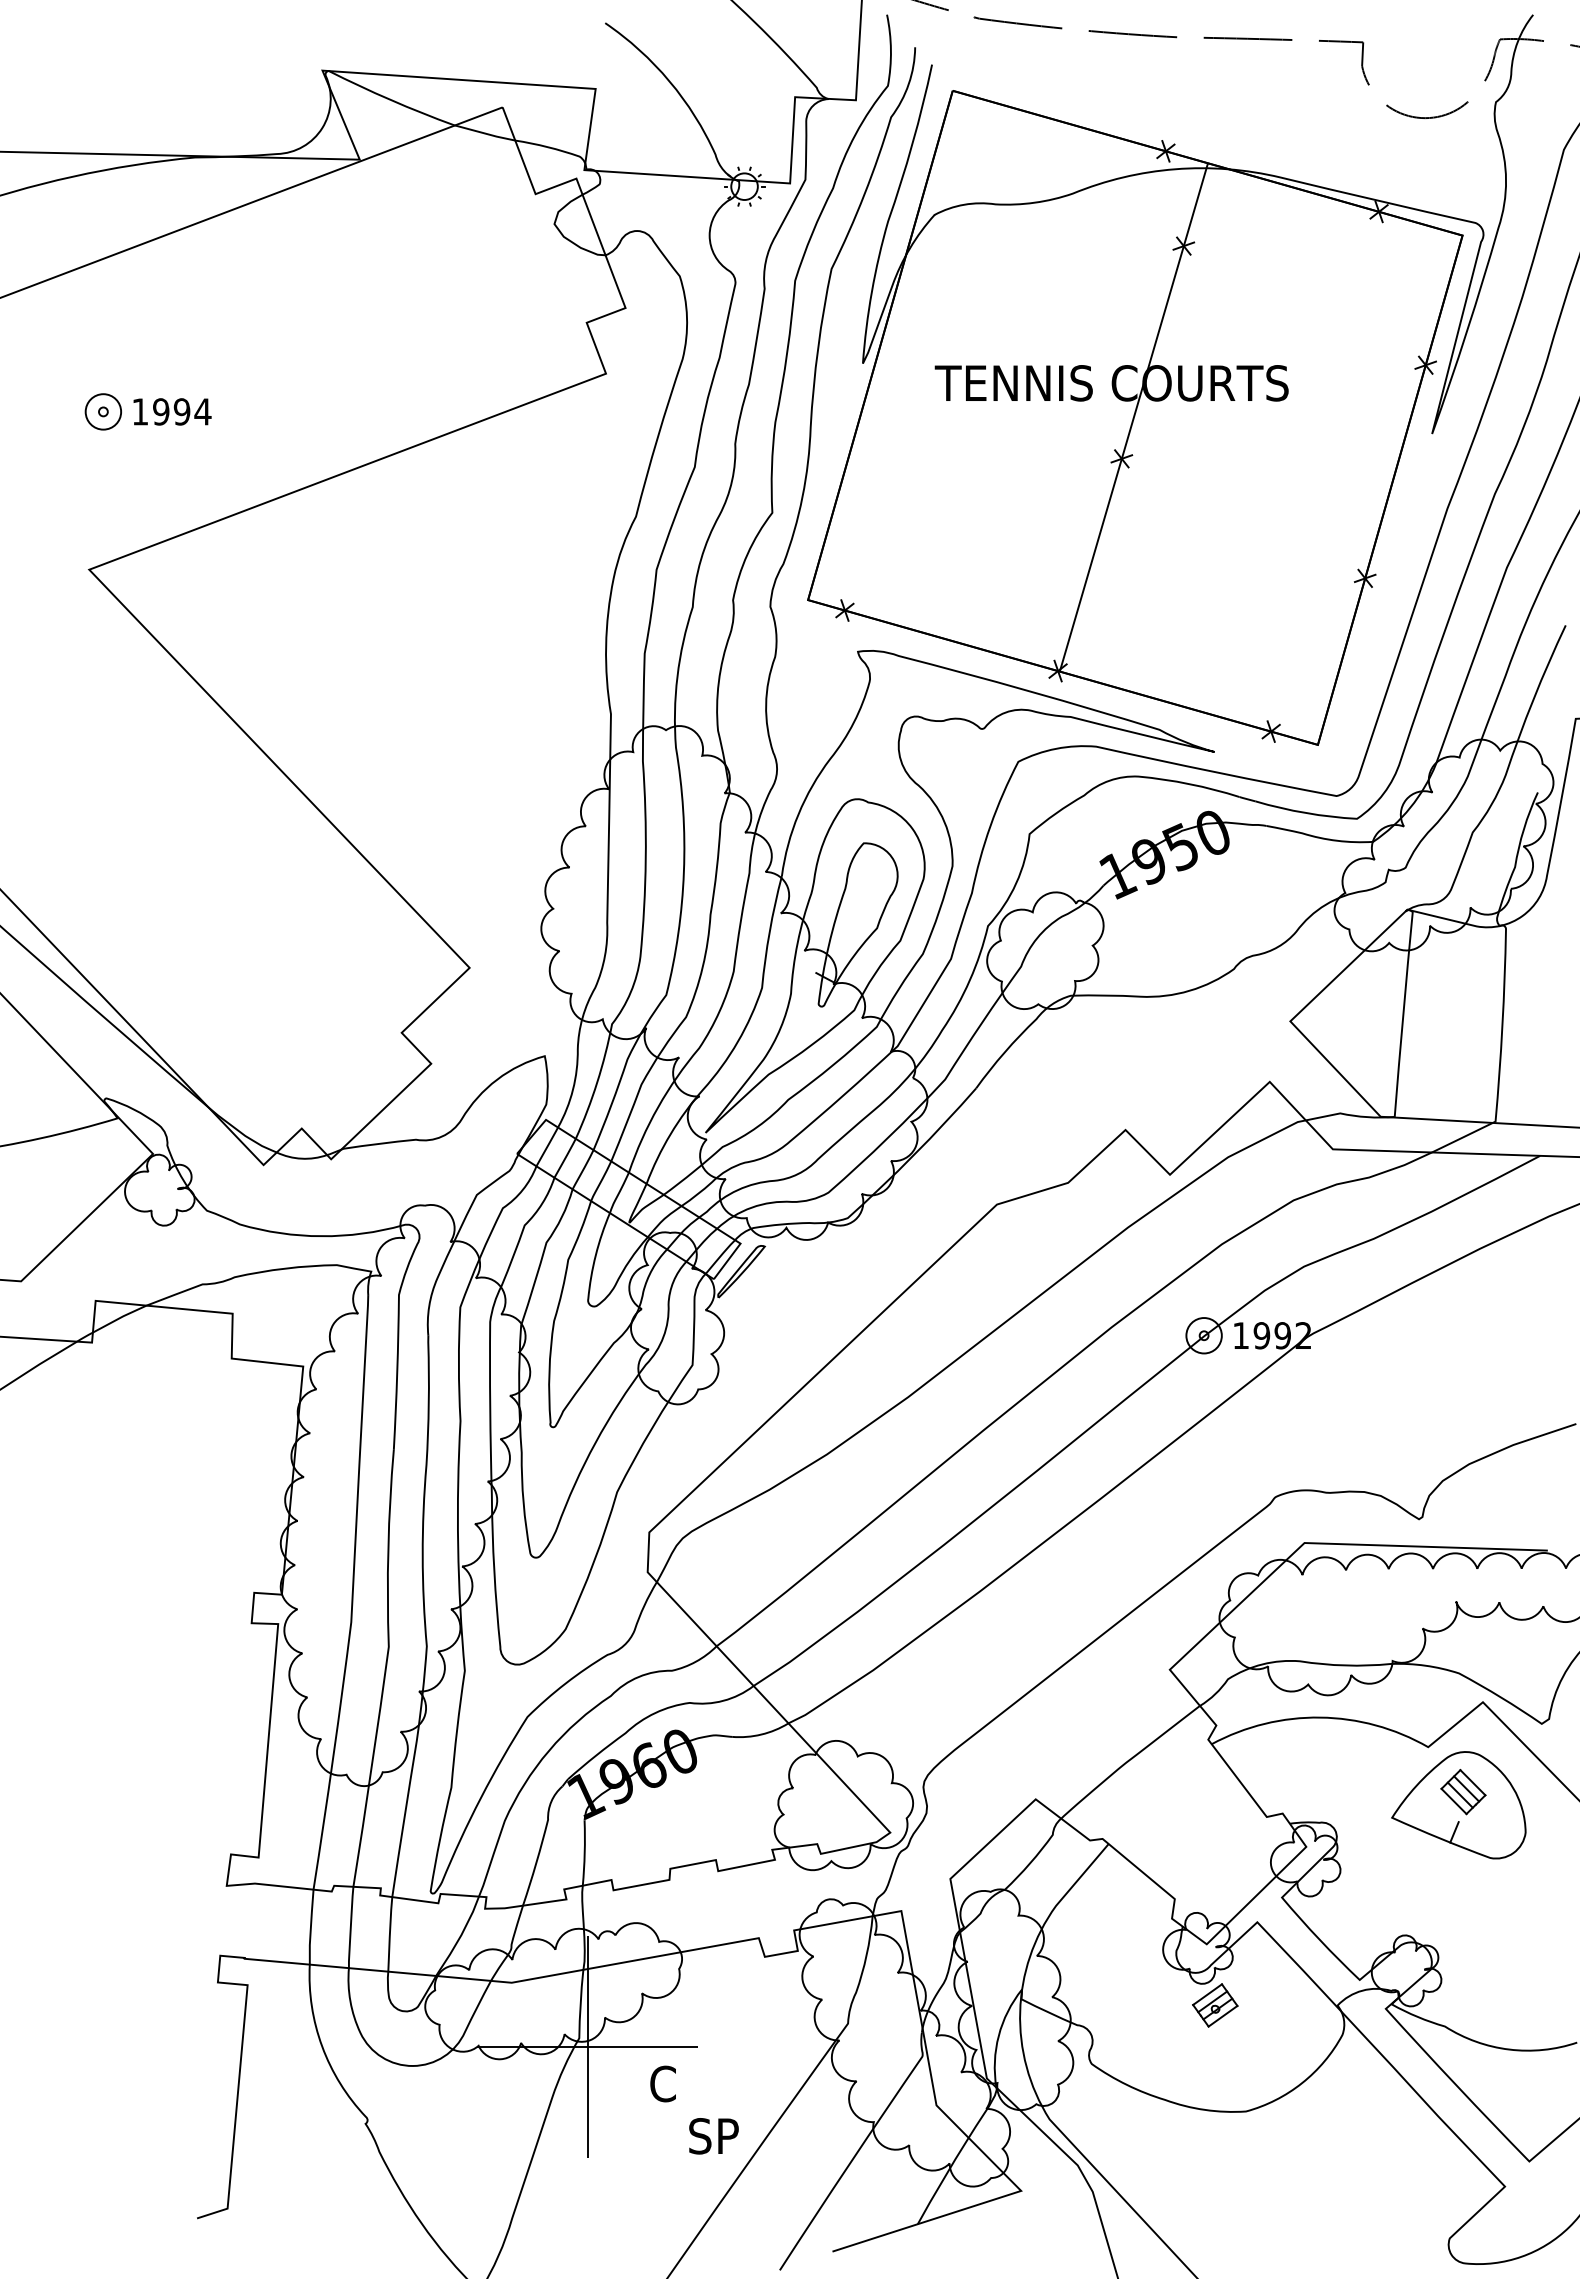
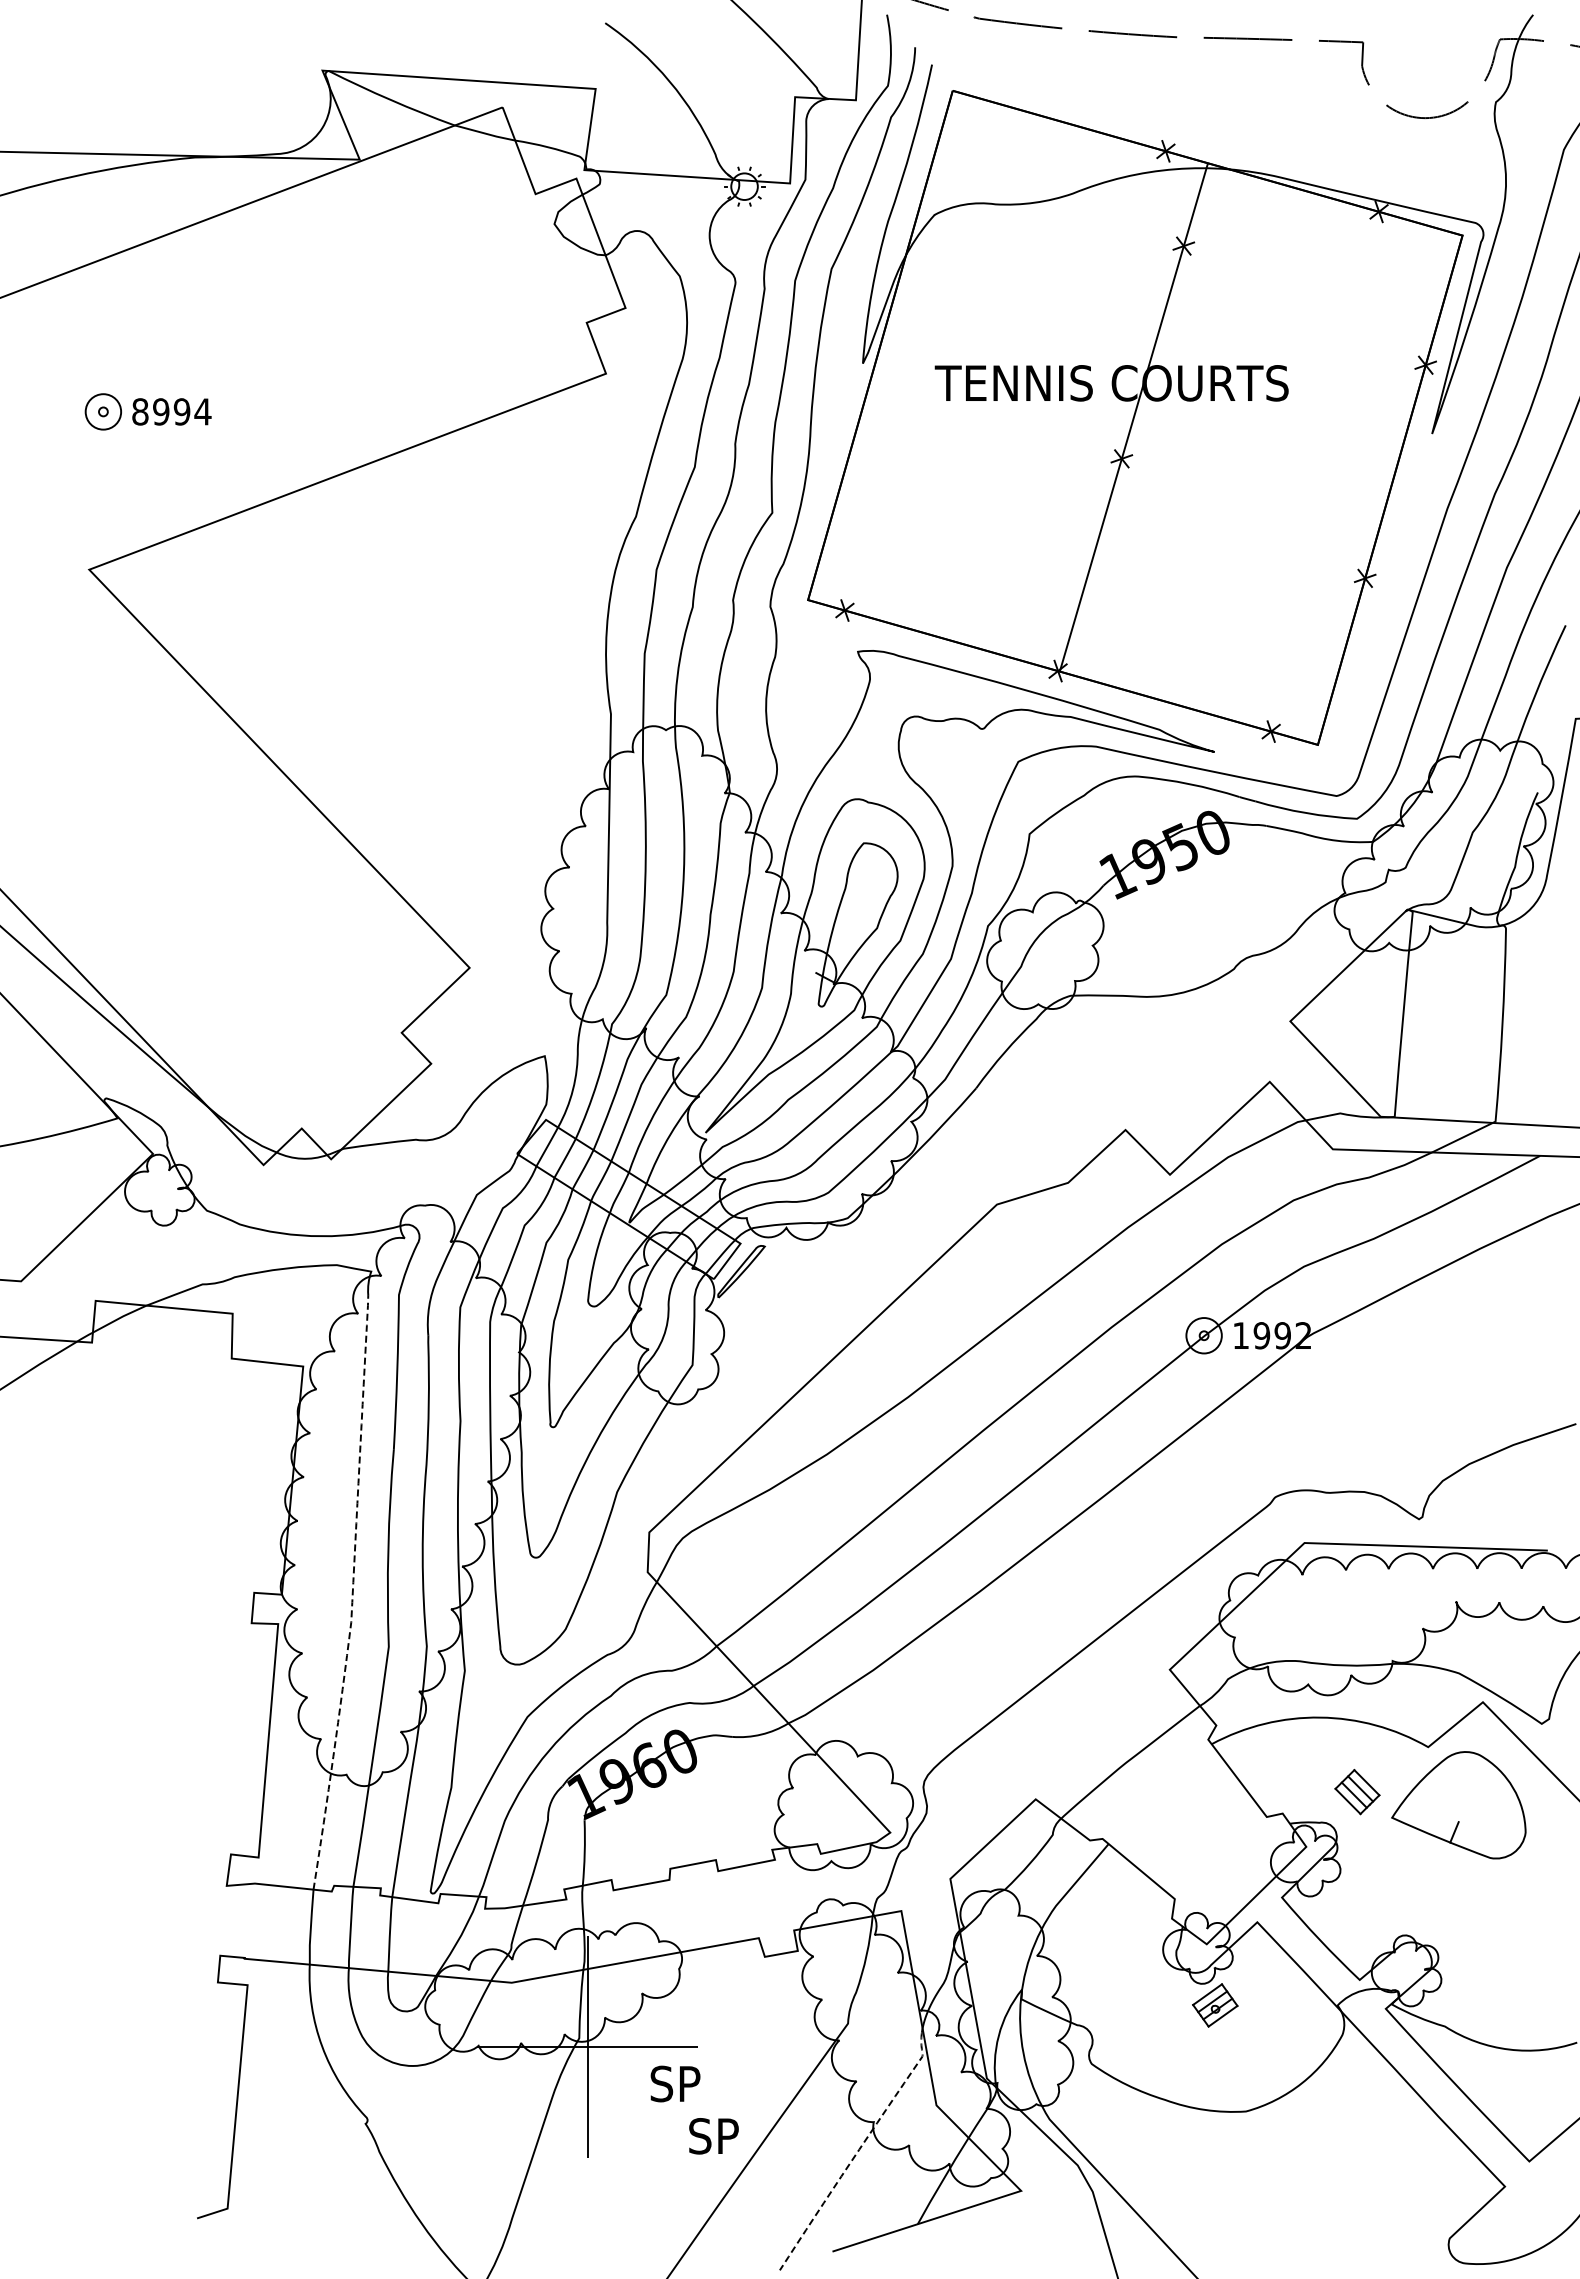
text at (140, 411): 1994 -> 8994
line at (352, 1592): solid -> dashed
part at (1463, 1792) position: (1463, 1792) -> (1357, 1792)
text at (675, 2083): C -> SP
line at (859, 2149): solid -> dashed
